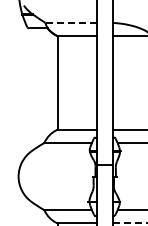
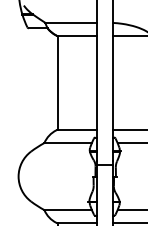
line at (71, 22): dashed -> solid
line at (130, 222): dashed -> solid
